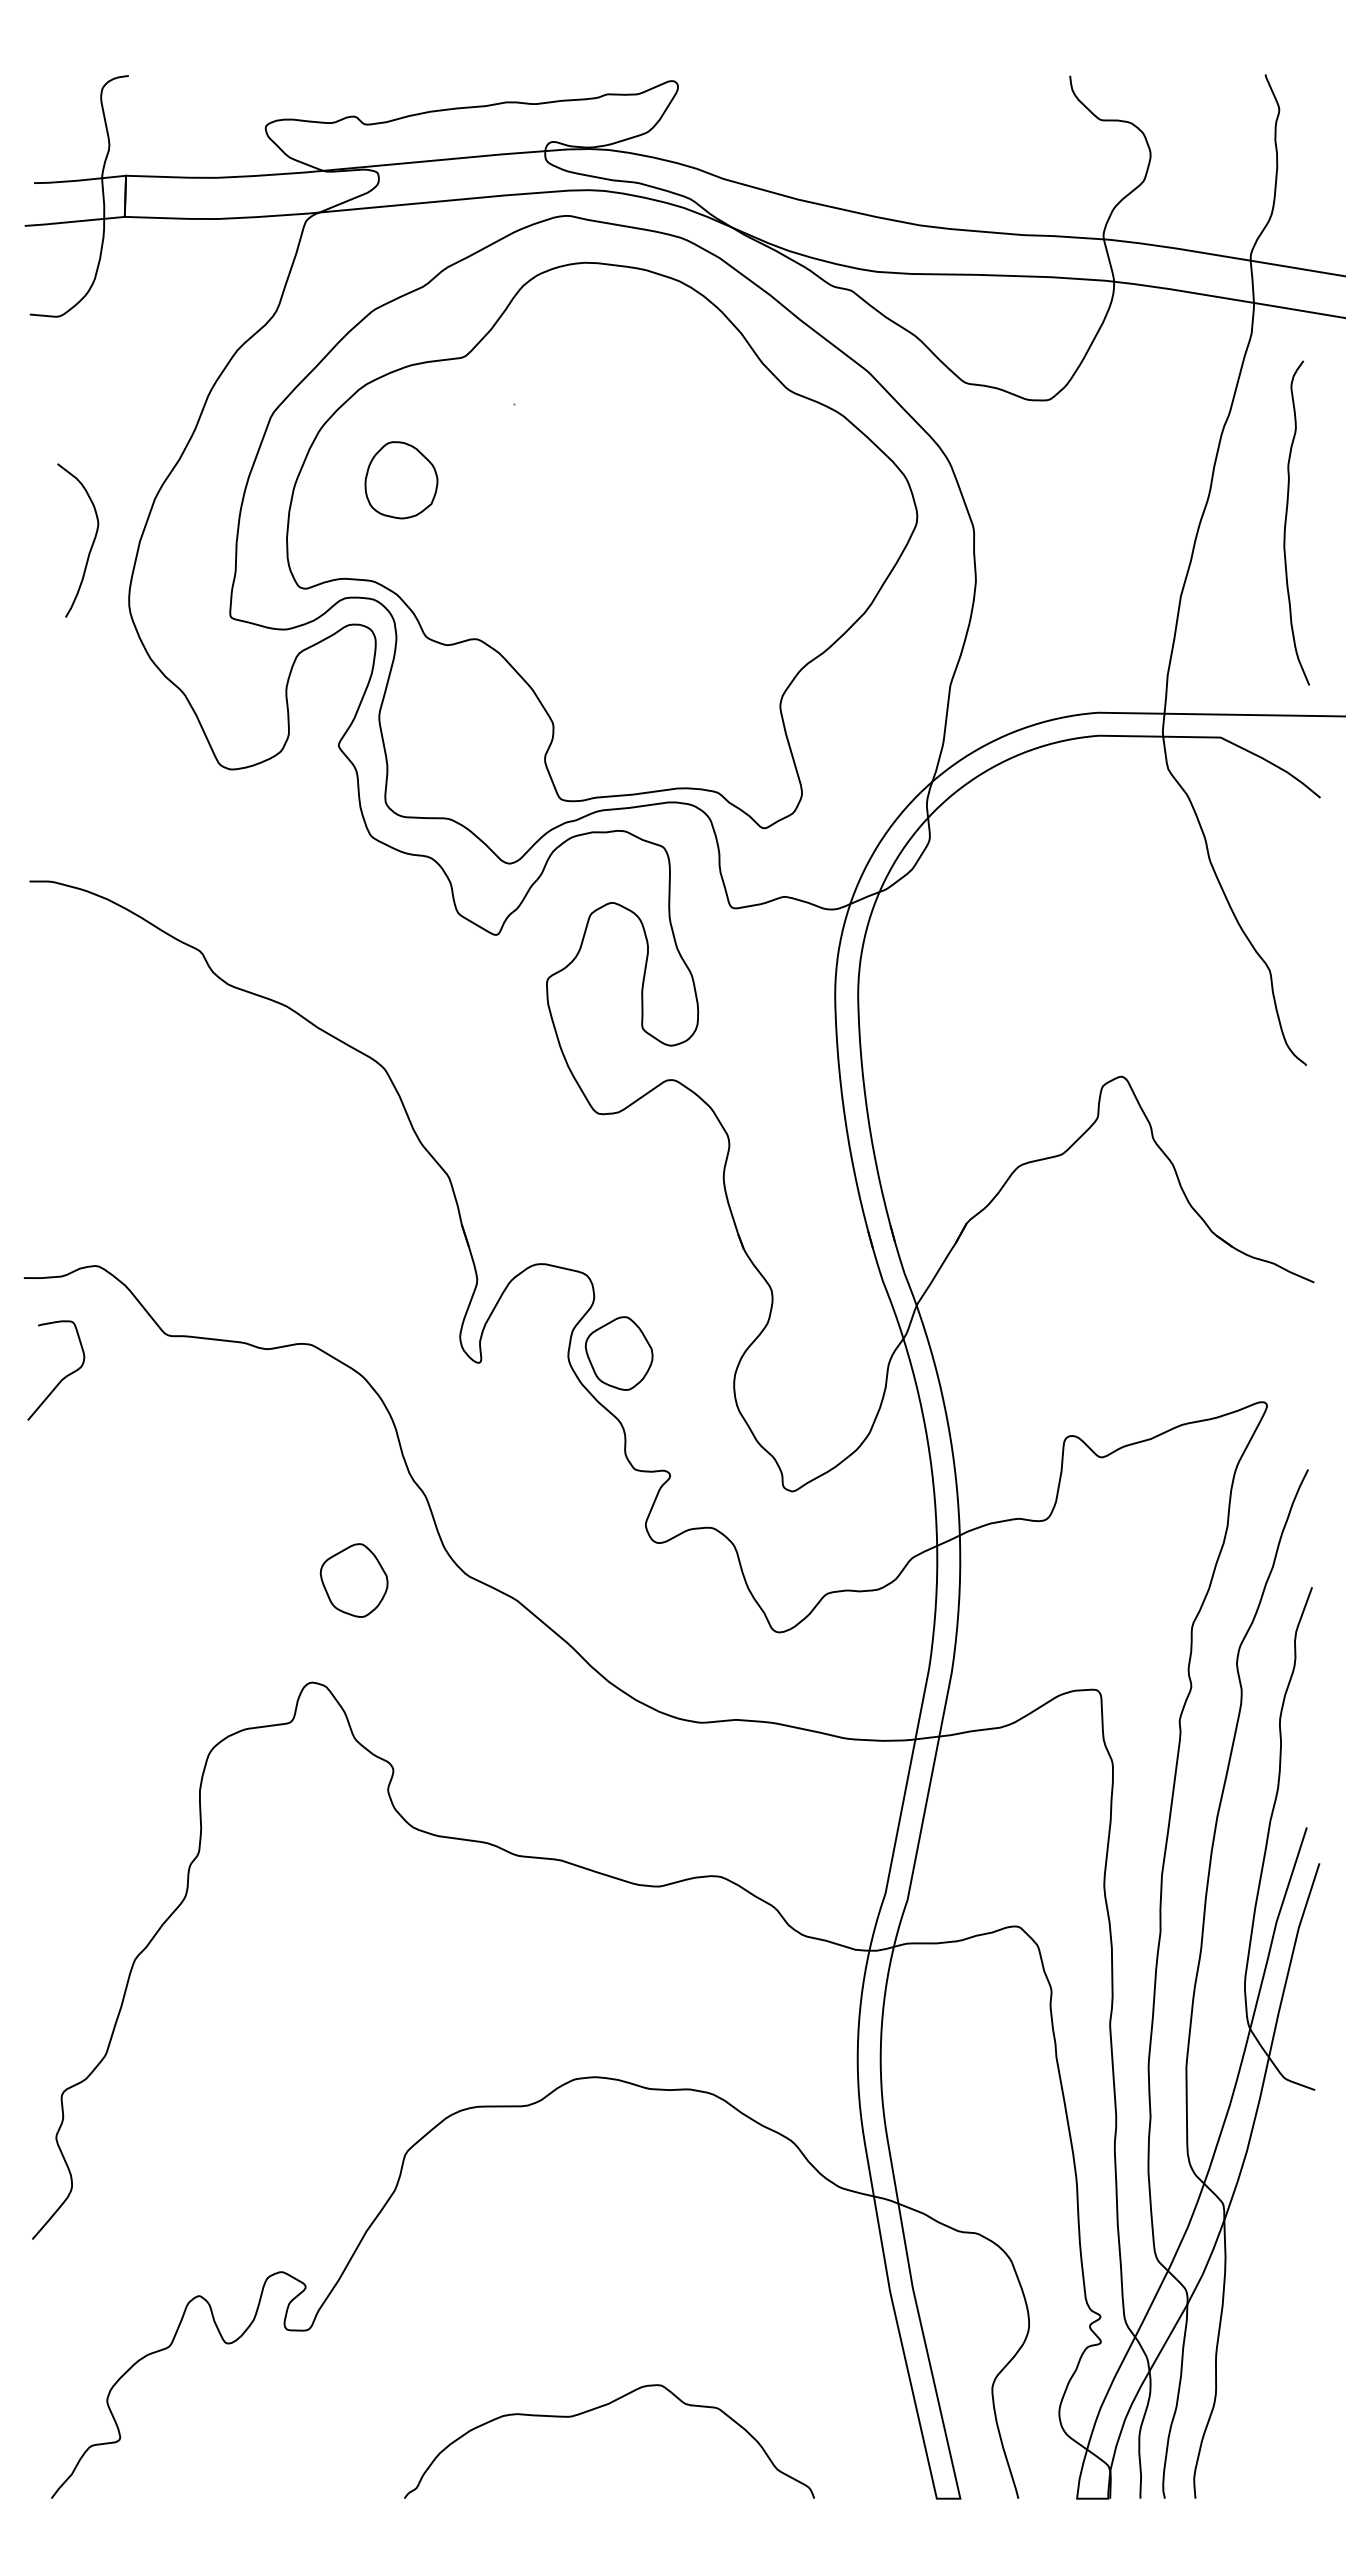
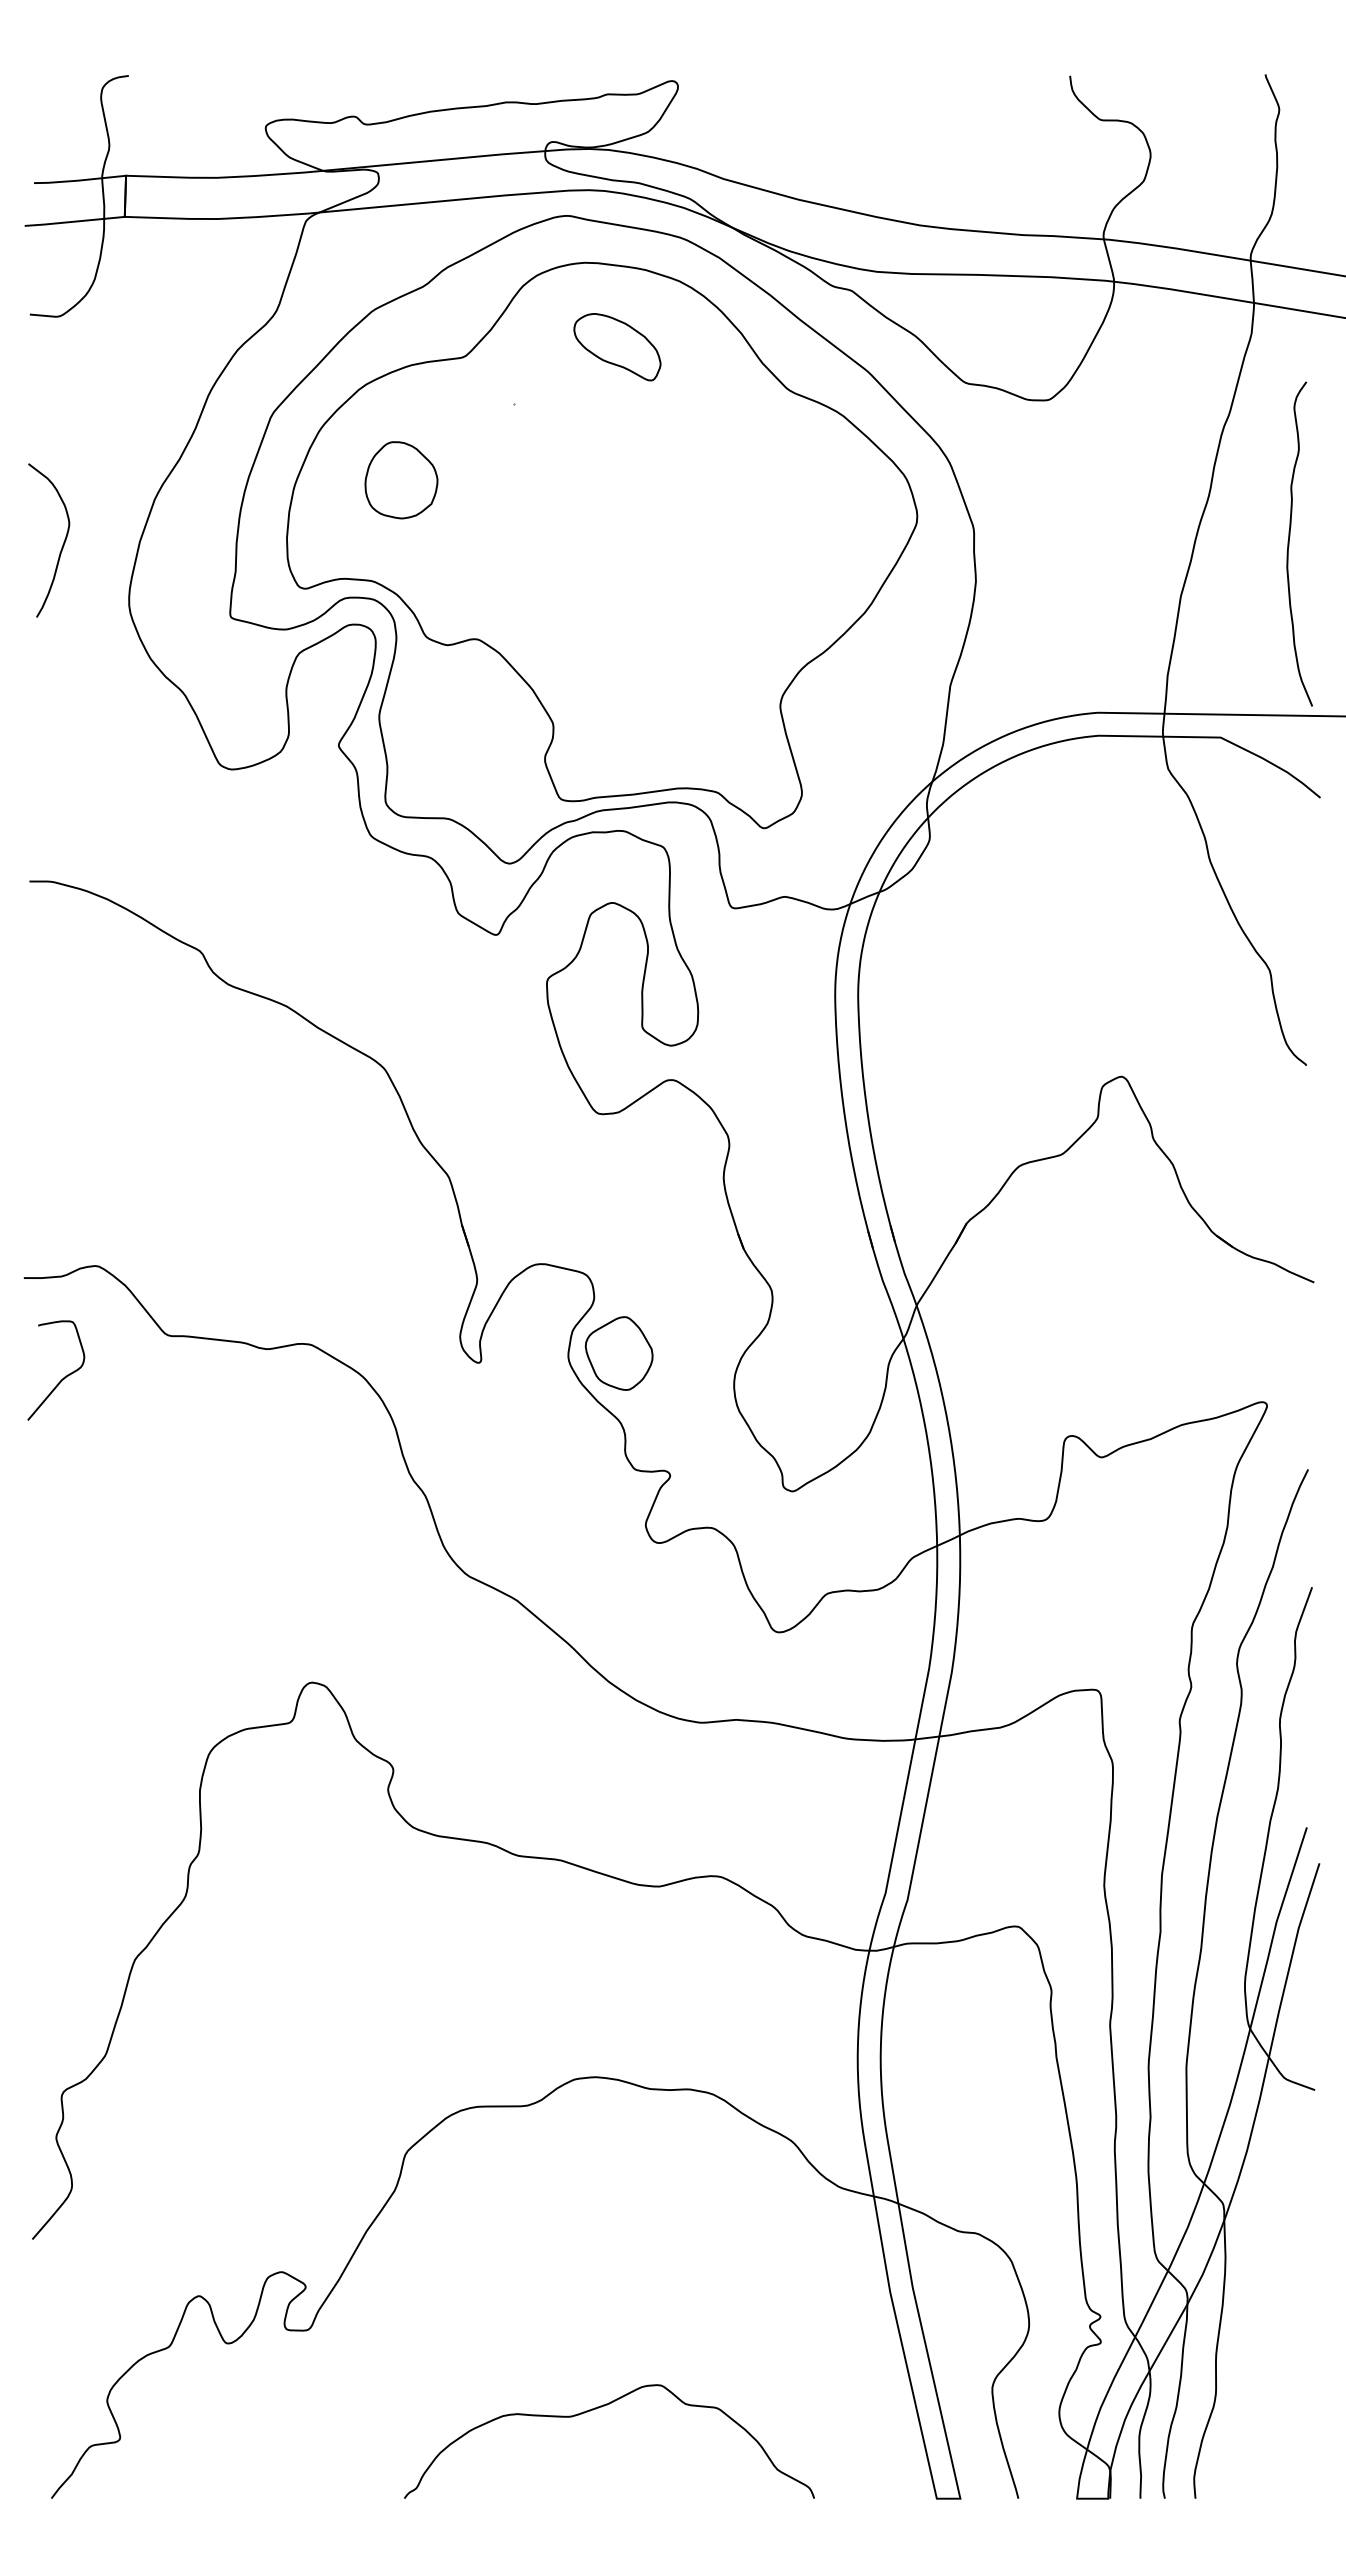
part at (617, 347): none -> present
curve at (1286, 522) position: (1286, 522) -> (1289, 543)
curve at (91, 544) position: (91, 544) -> (62, 544)
part at (353, 1580): present -> none
